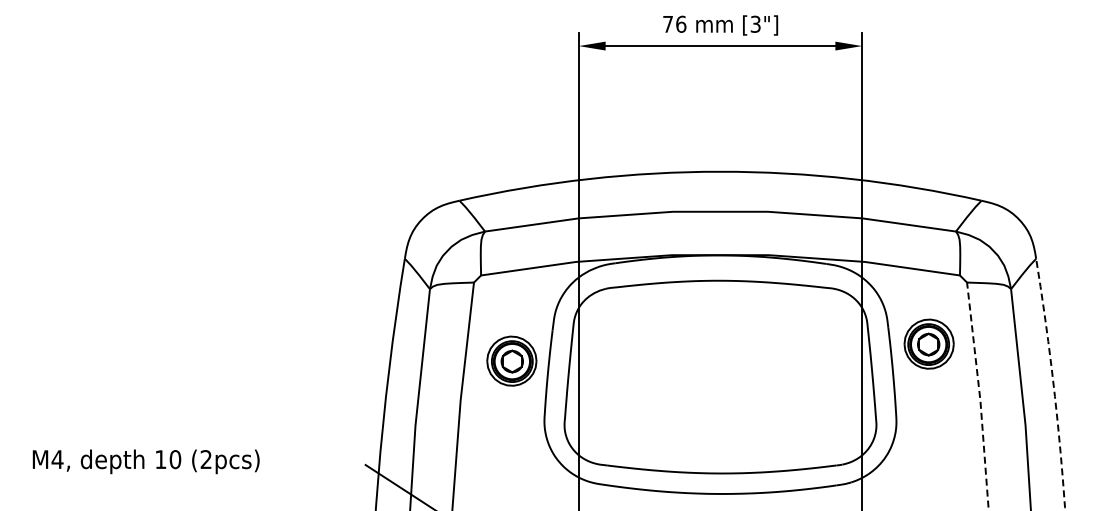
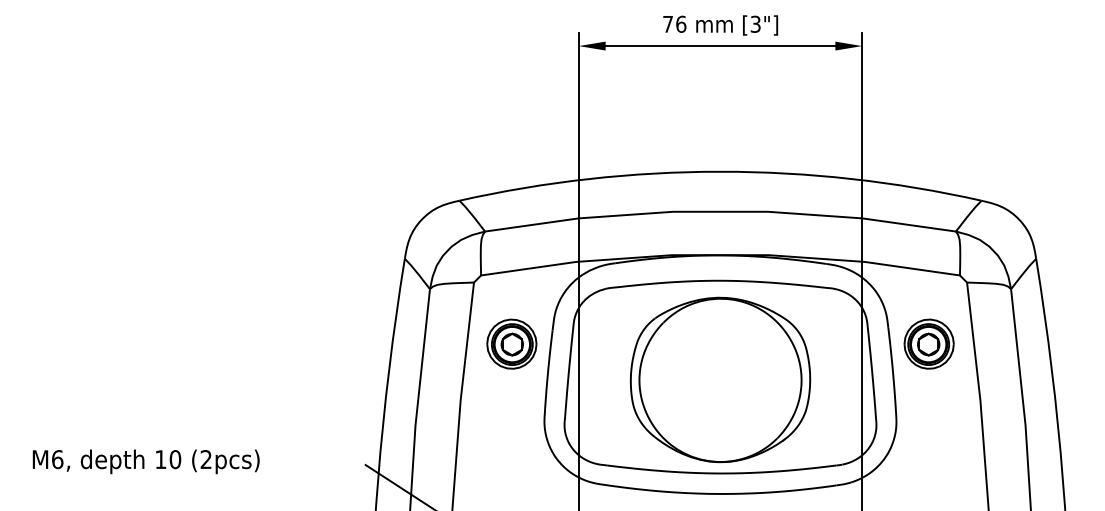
part at (511, 360) position: (511, 360) -> (511, 343)
part at (720, 379): none -> present
arc at (1053, 384): dashed -> solid
line at (979, 396): dashed -> solid
text at (57, 459): M4, -> M6,
